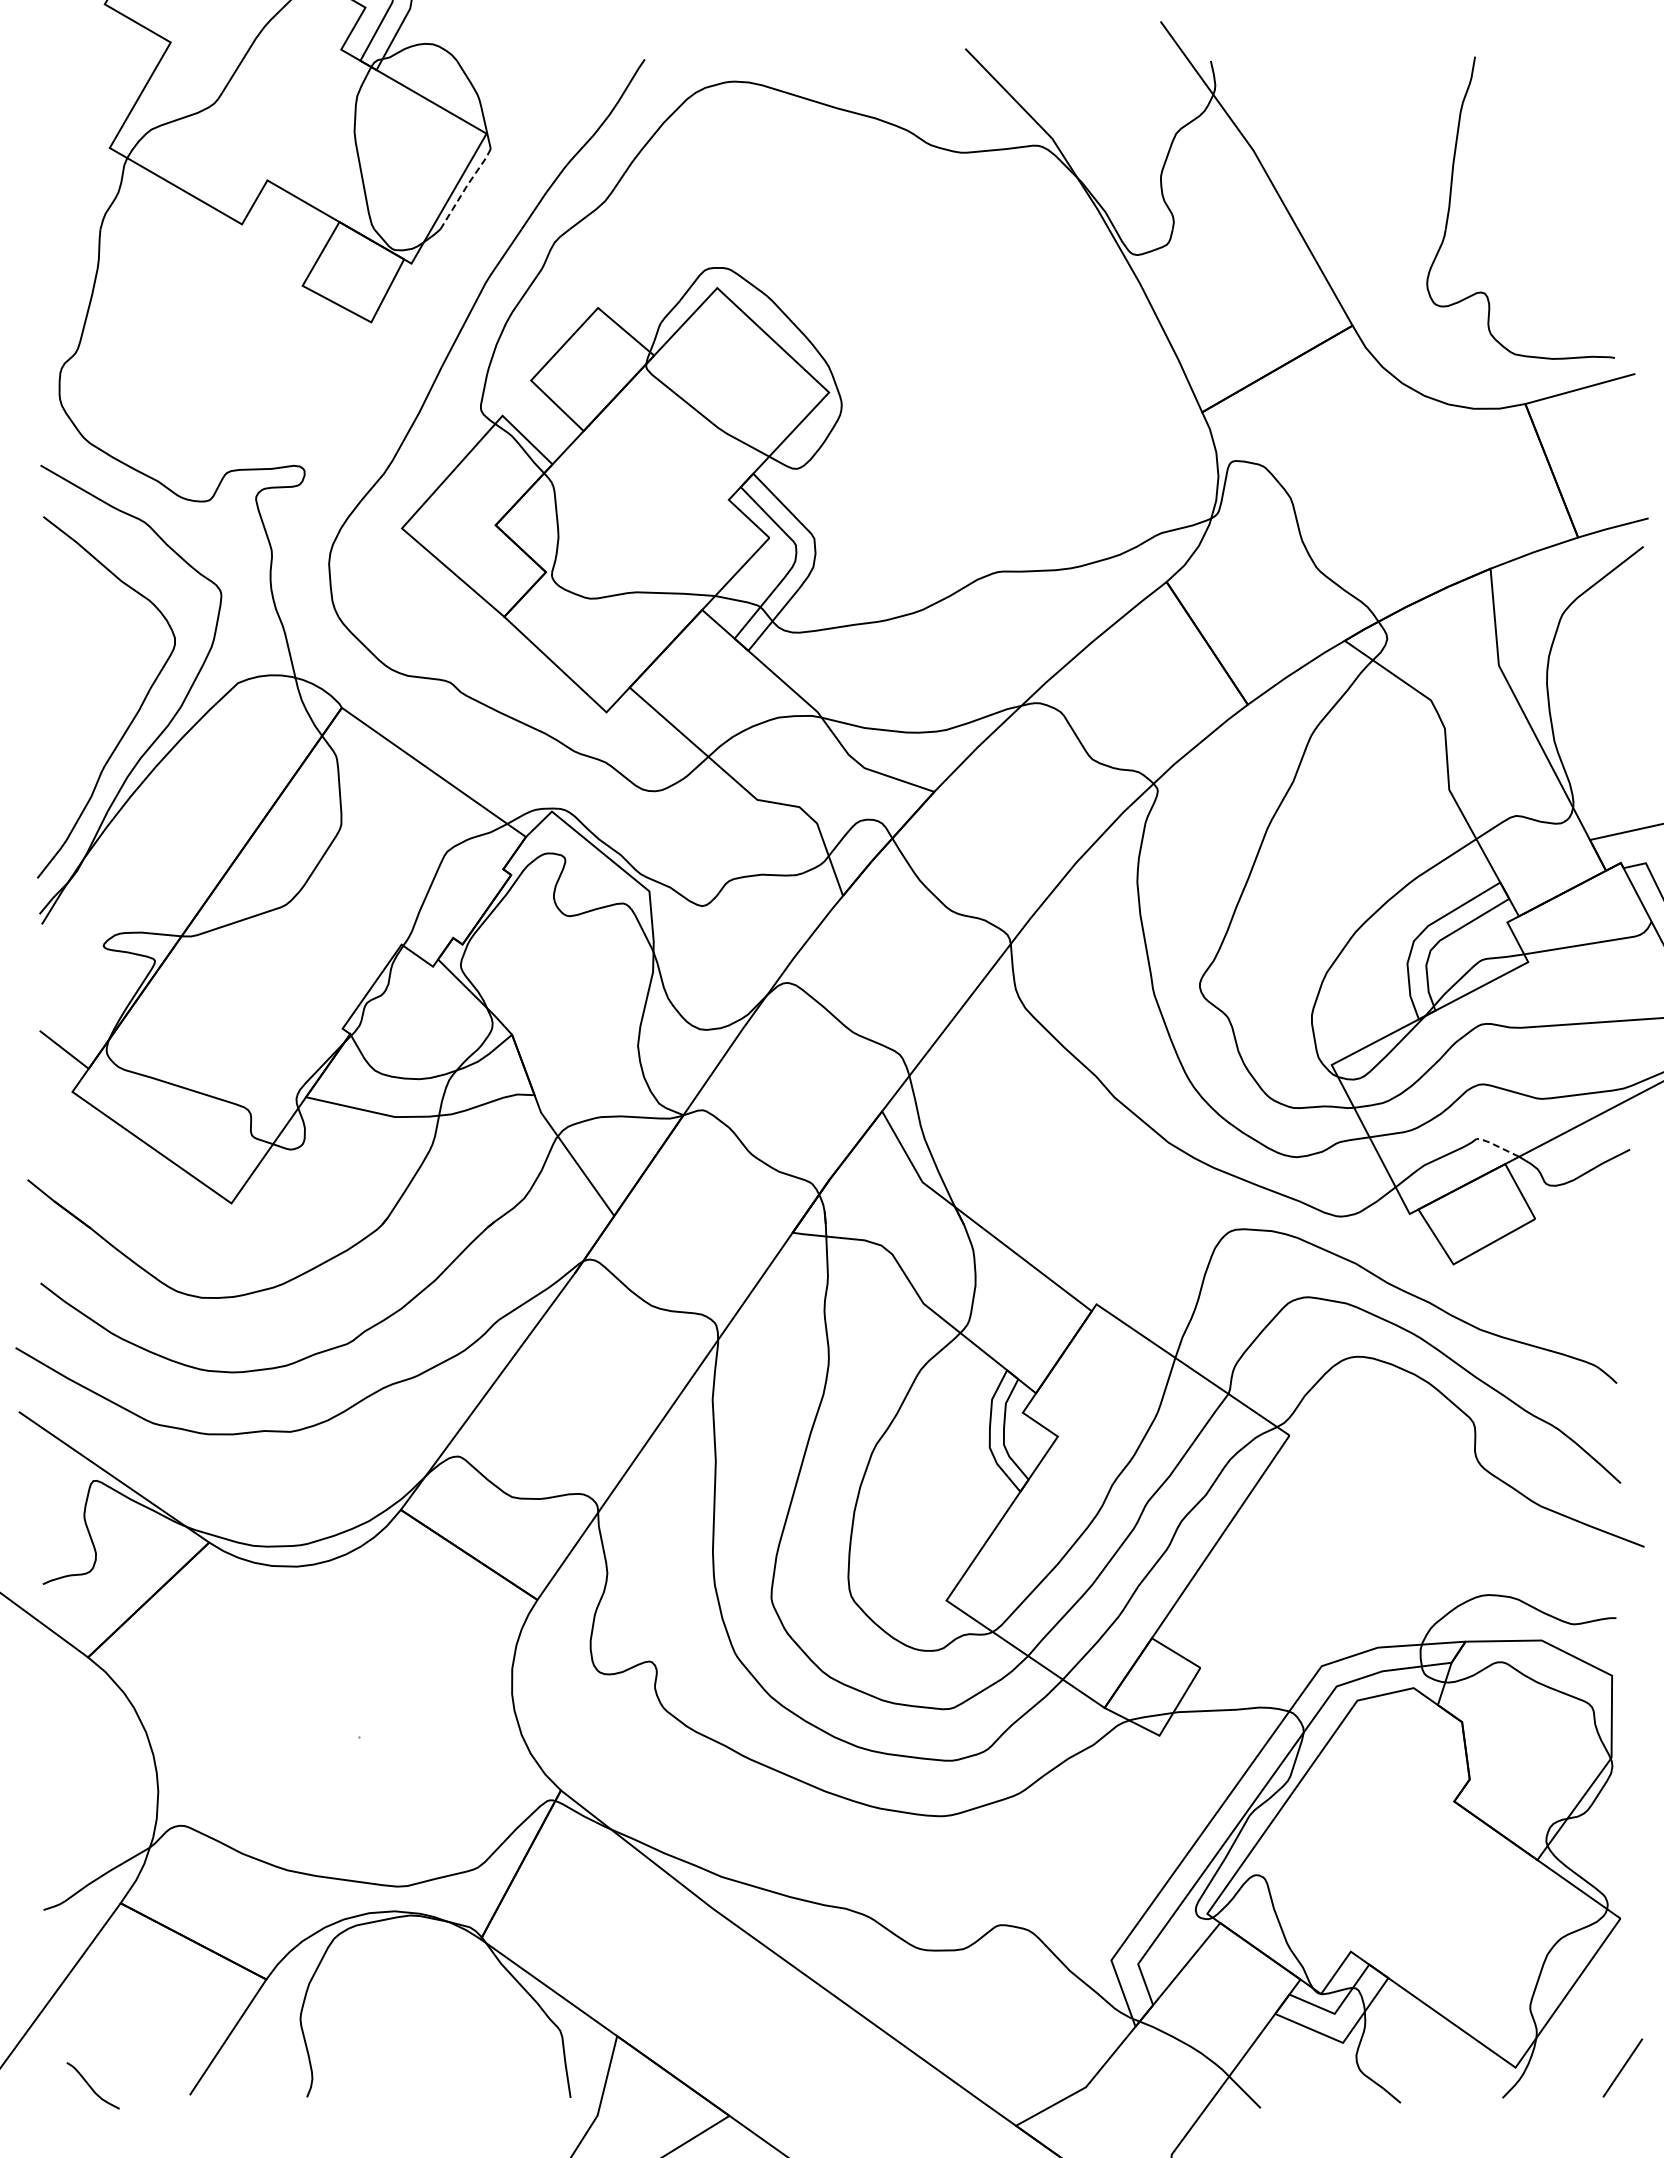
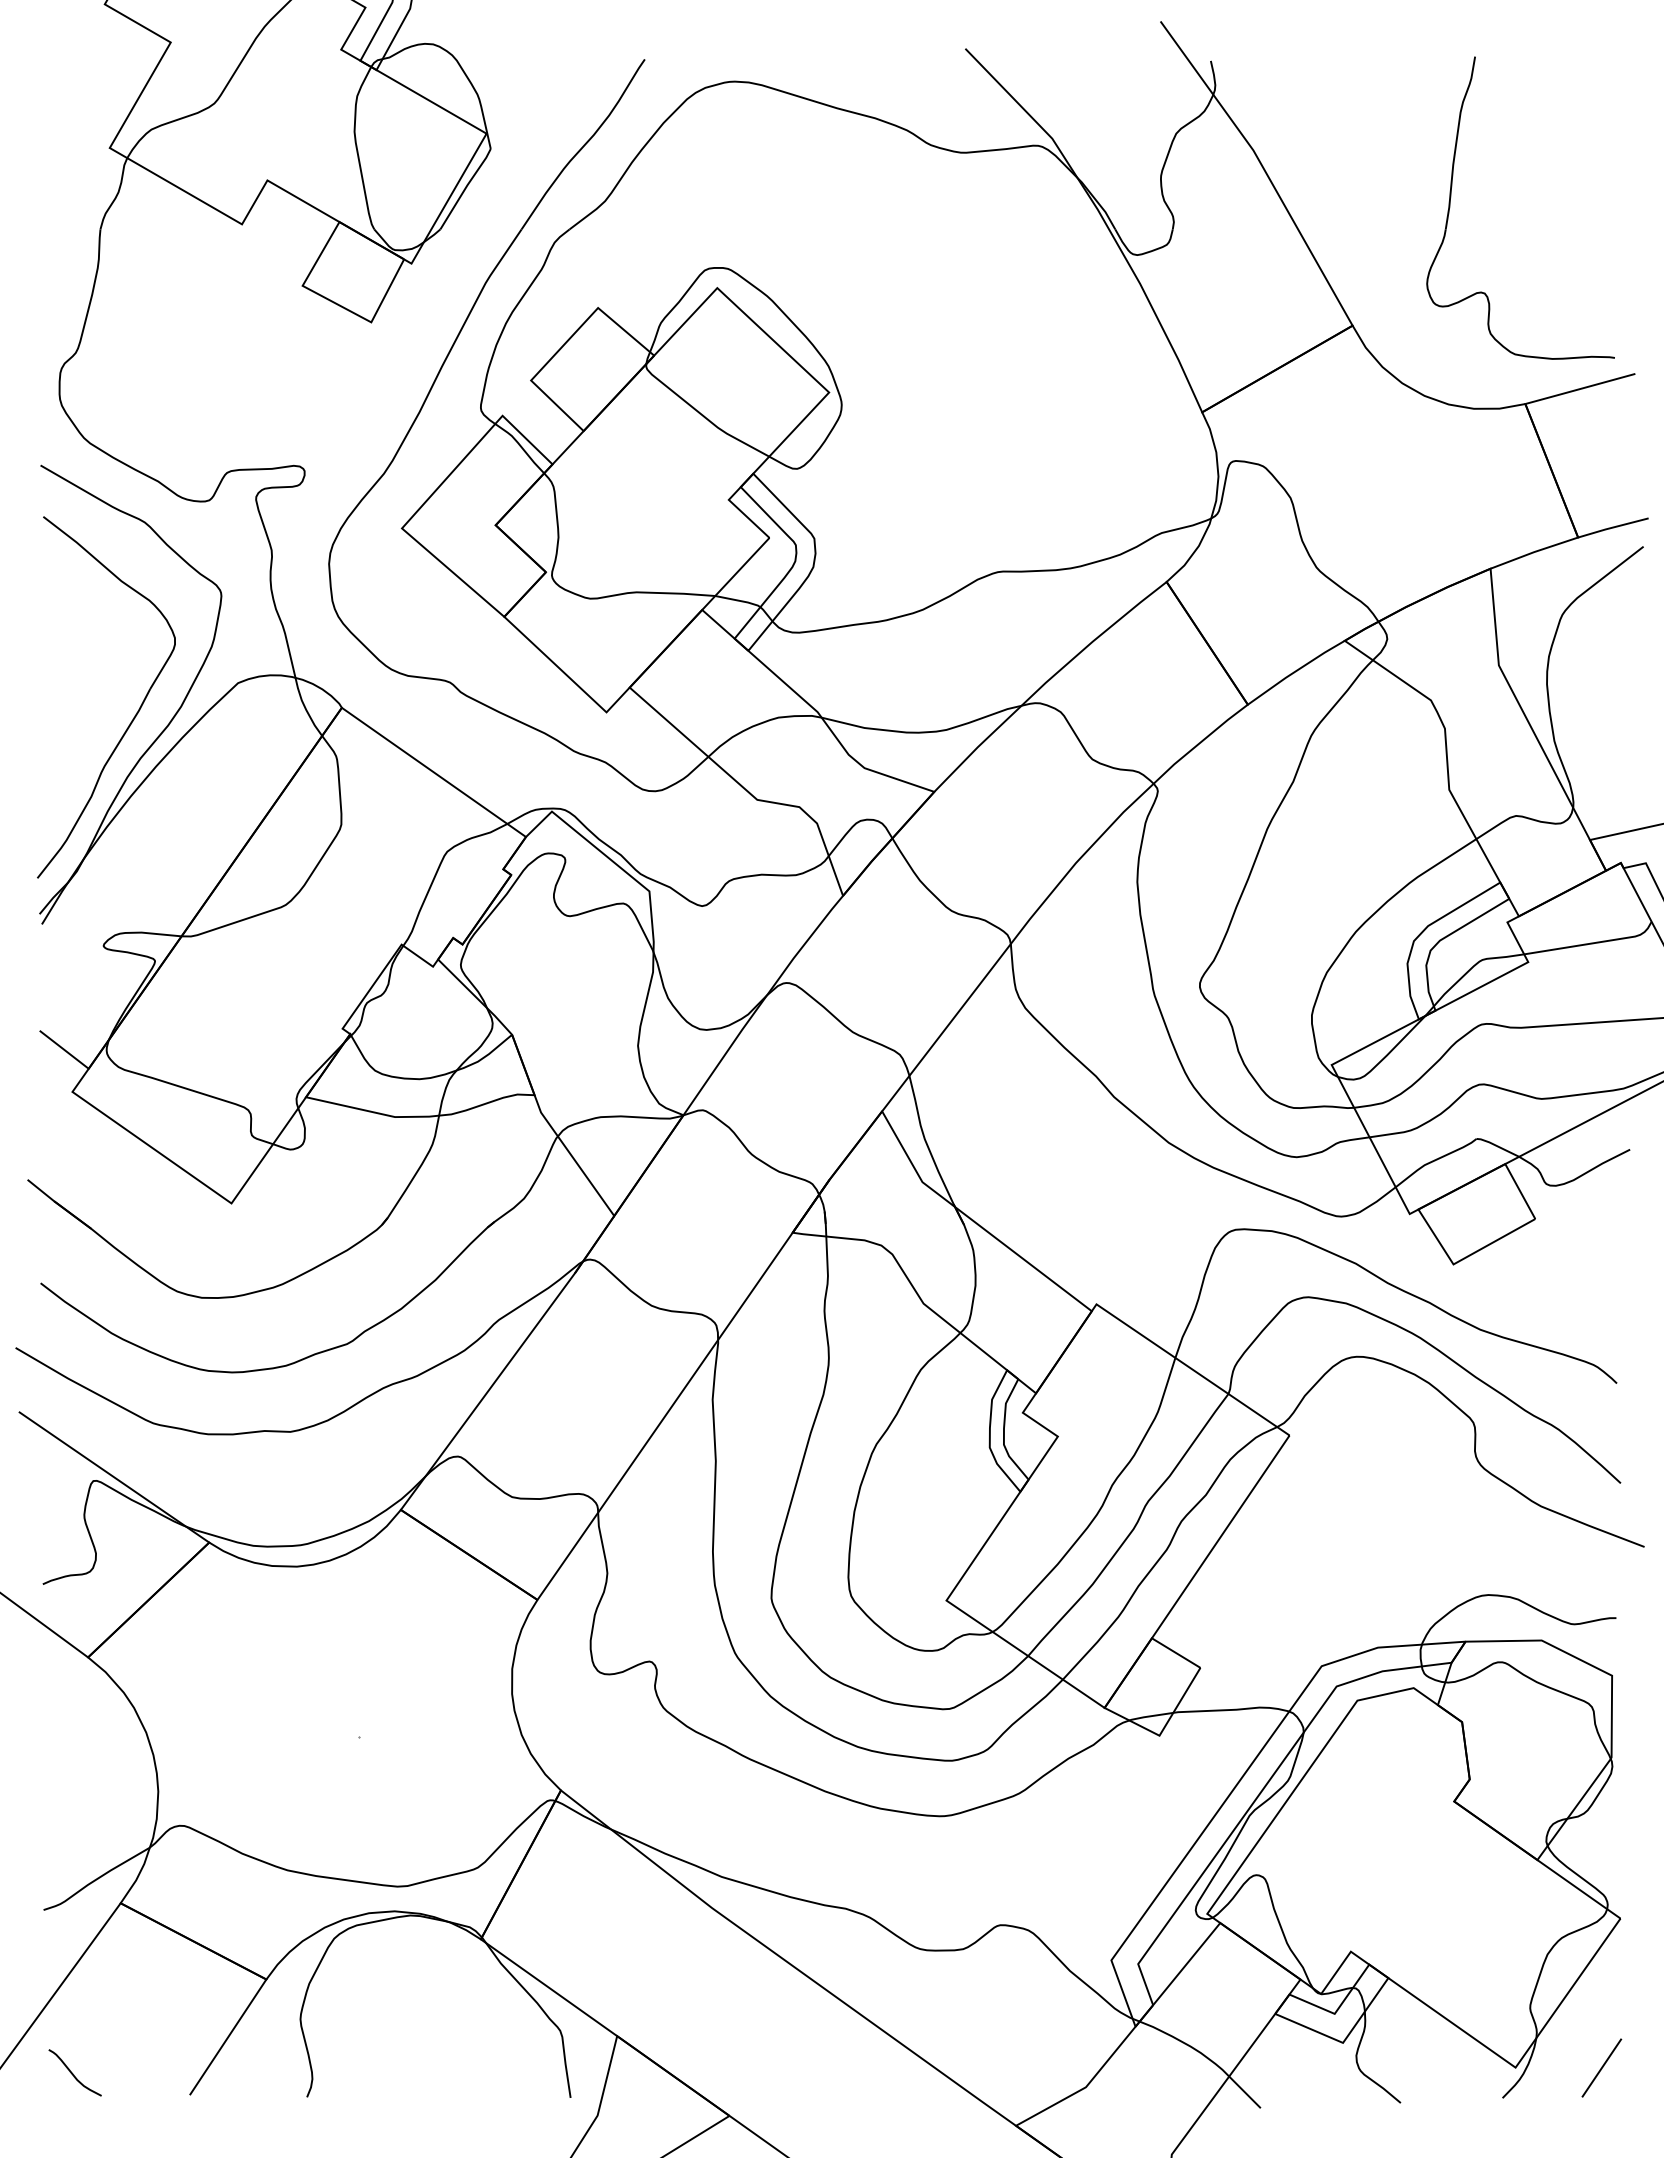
line at (465, 187): dashed -> solid
line at (1496, 1145): dashed -> solid
line at (1622, 2067) position: (1622, 2067) -> (1601, 2067)
curve at (91, 2086) position: (91, 2086) -> (73, 2073)
